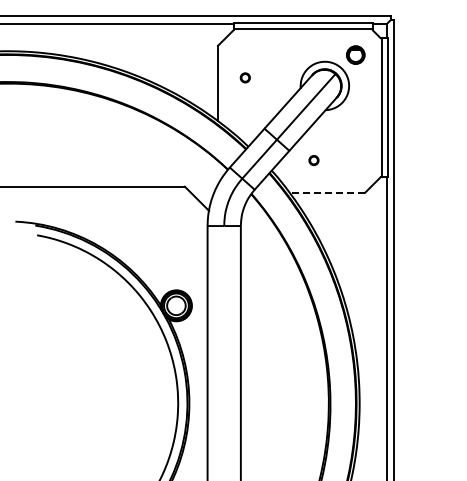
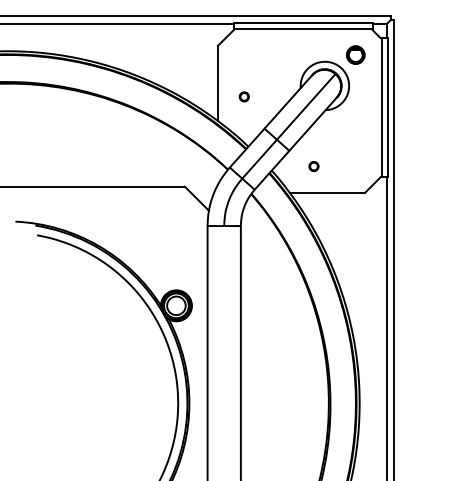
part at (244, 77) position: (244, 77) -> (243, 96)
part at (313, 160) position: (313, 160) -> (313, 166)
line at (327, 192): dashed -> solid
